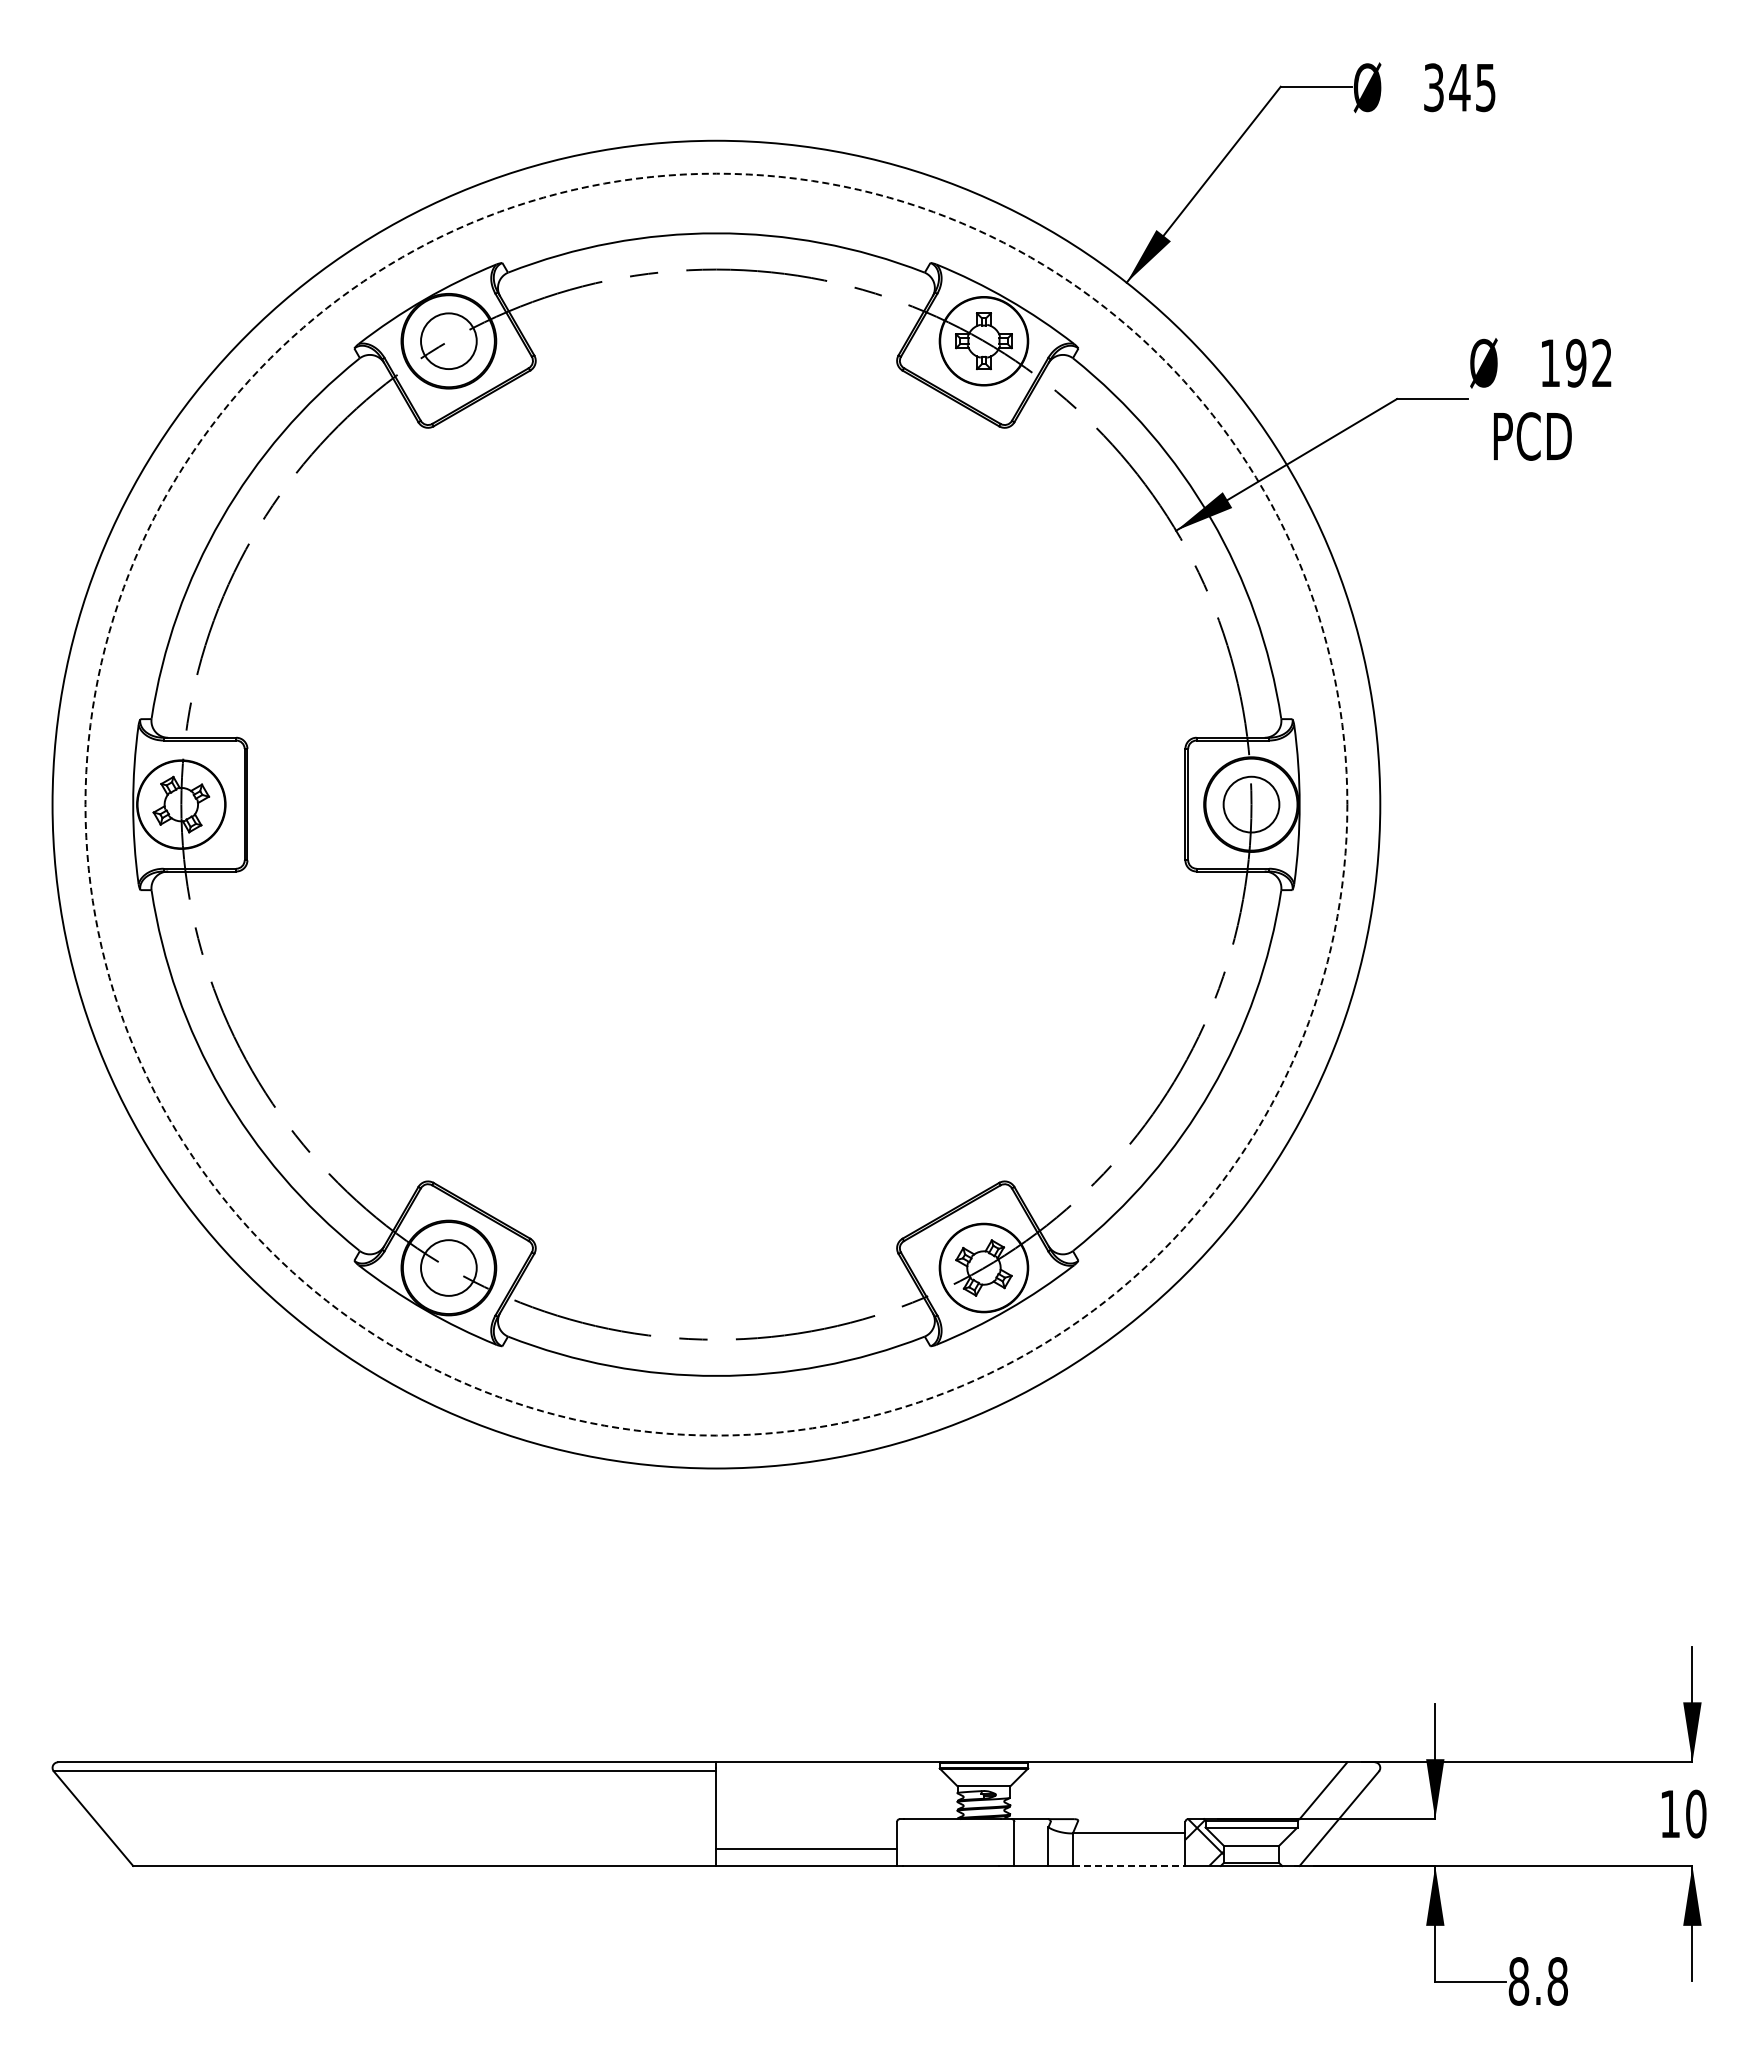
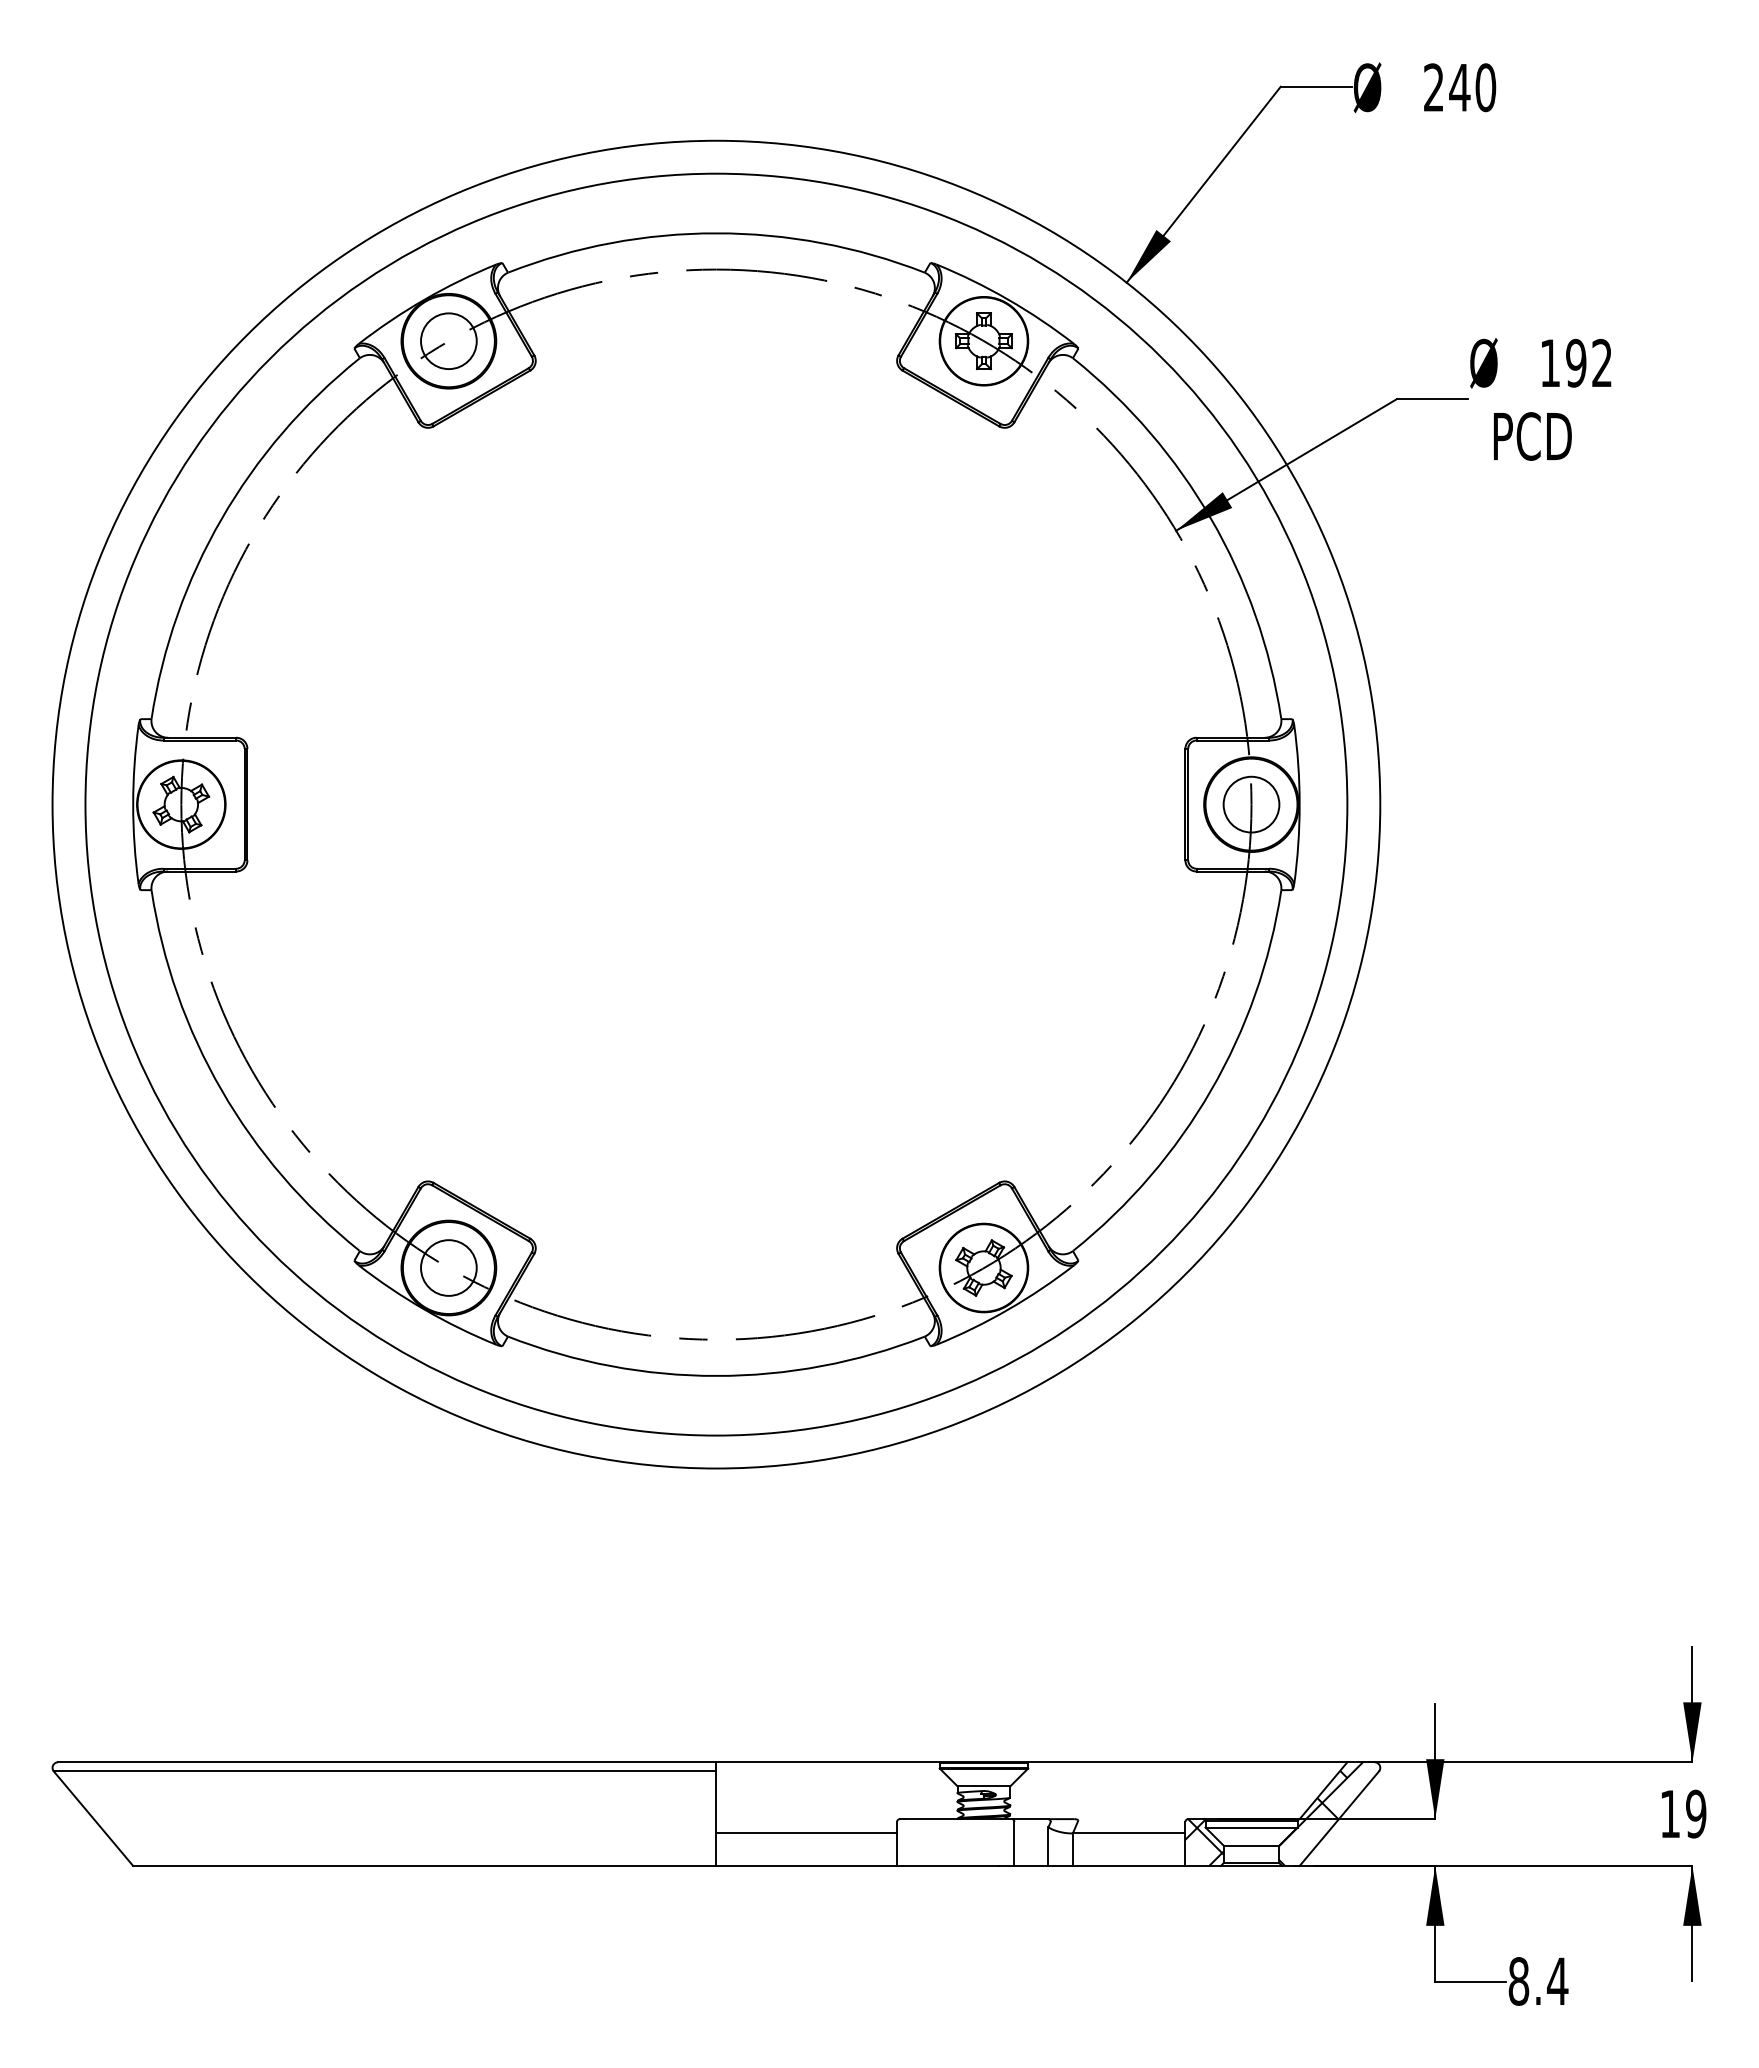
text at (1460, 87): 345 -> 240
circle at (716, 804): dashed -> solid
hatch at (1320, 1813): none -> present
text at (1696, 1813): 10 -> 19
line at (806, 1849) position: (806, 1849) -> (806, 1833)
line at (1129, 1865): dashed -> solid
text at (1557, 1981): 8.8 -> 8.4
